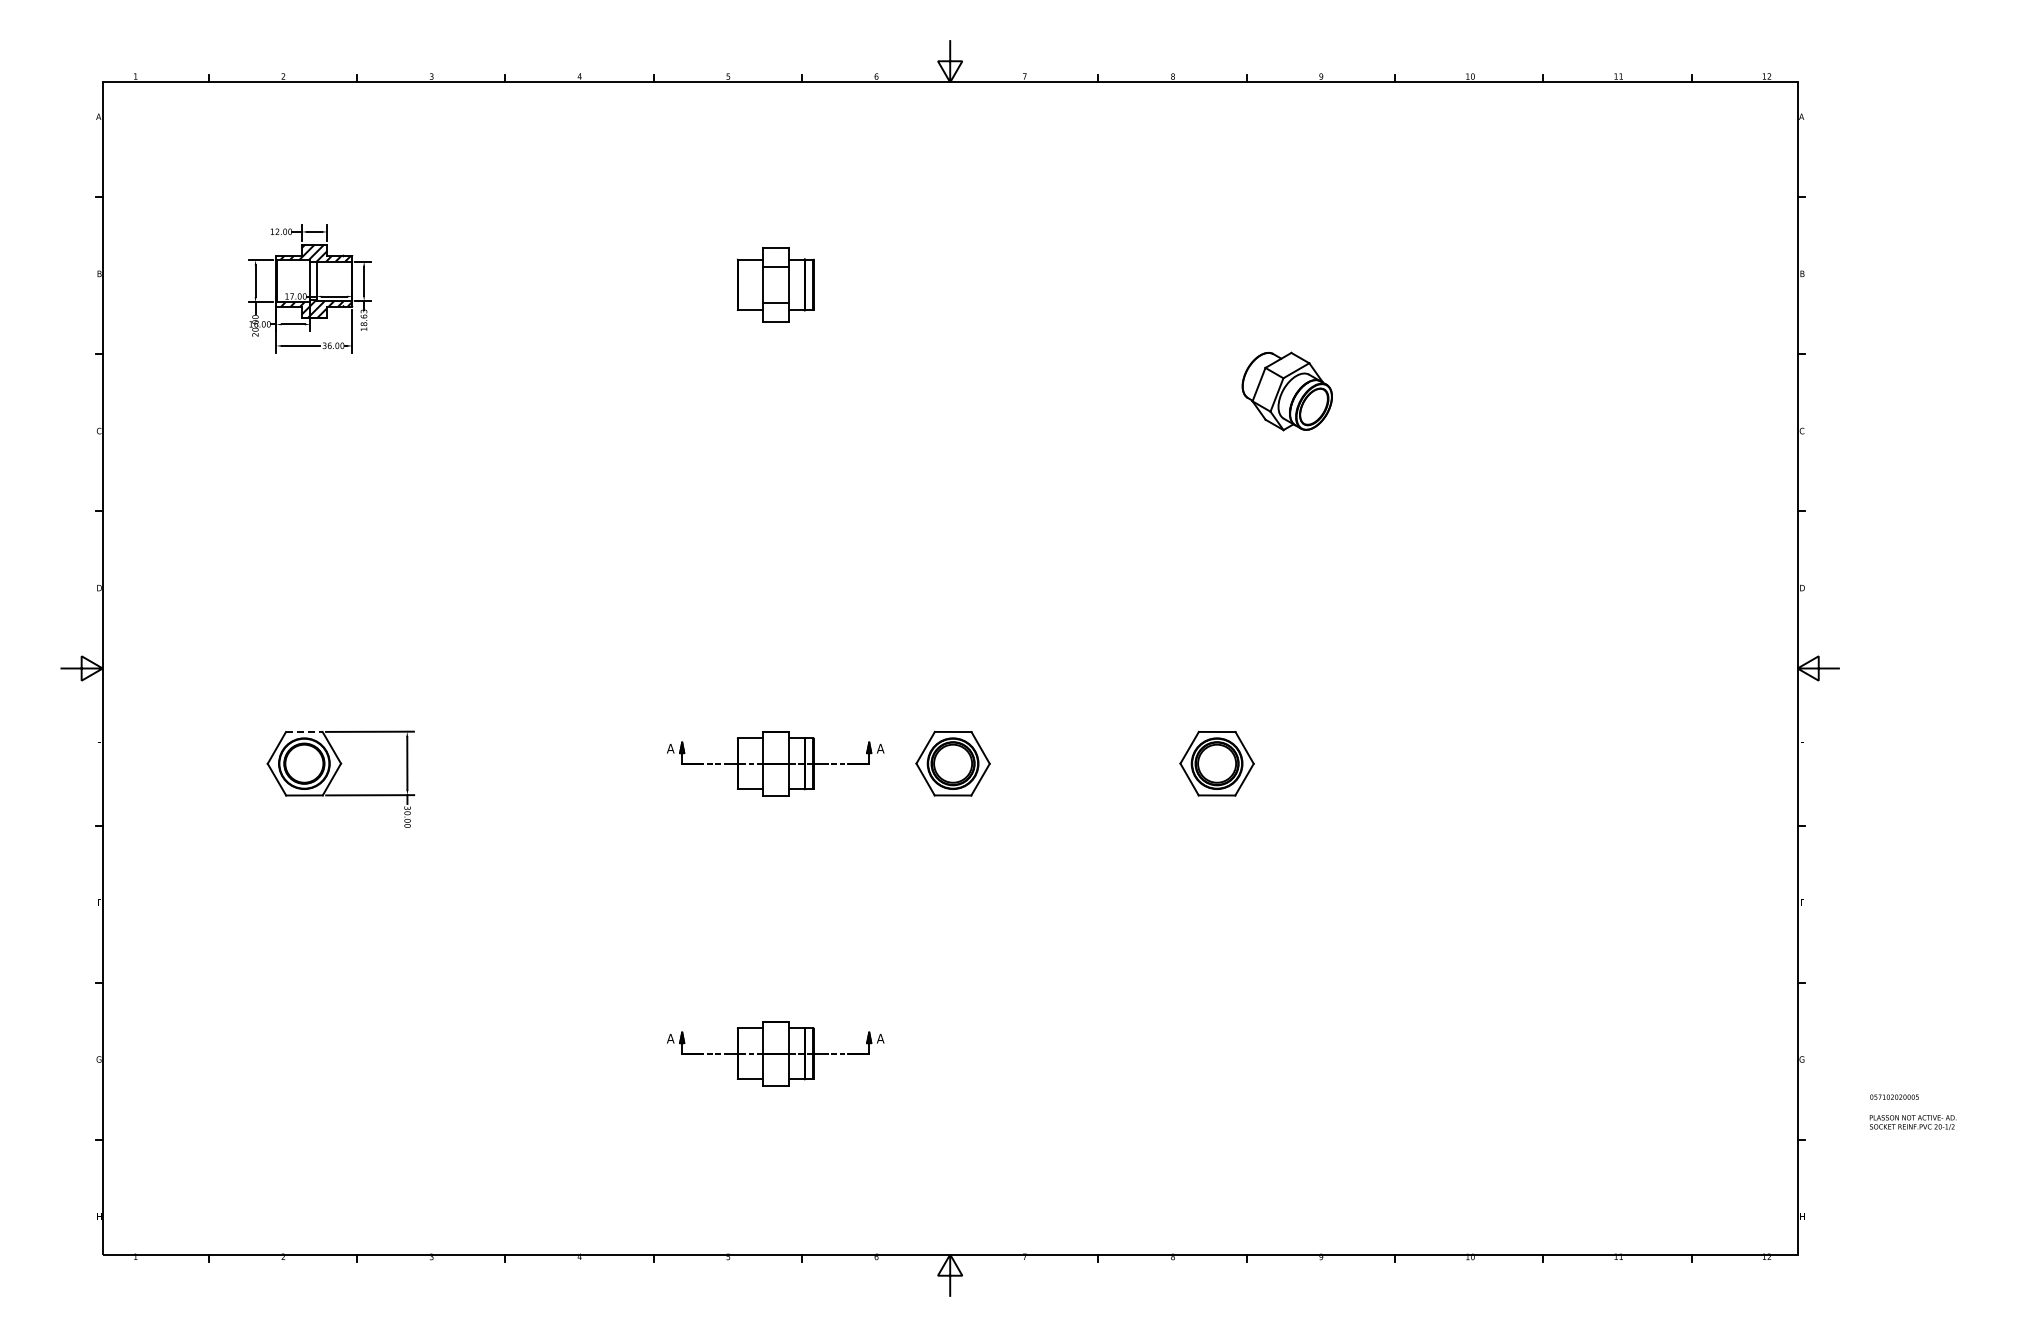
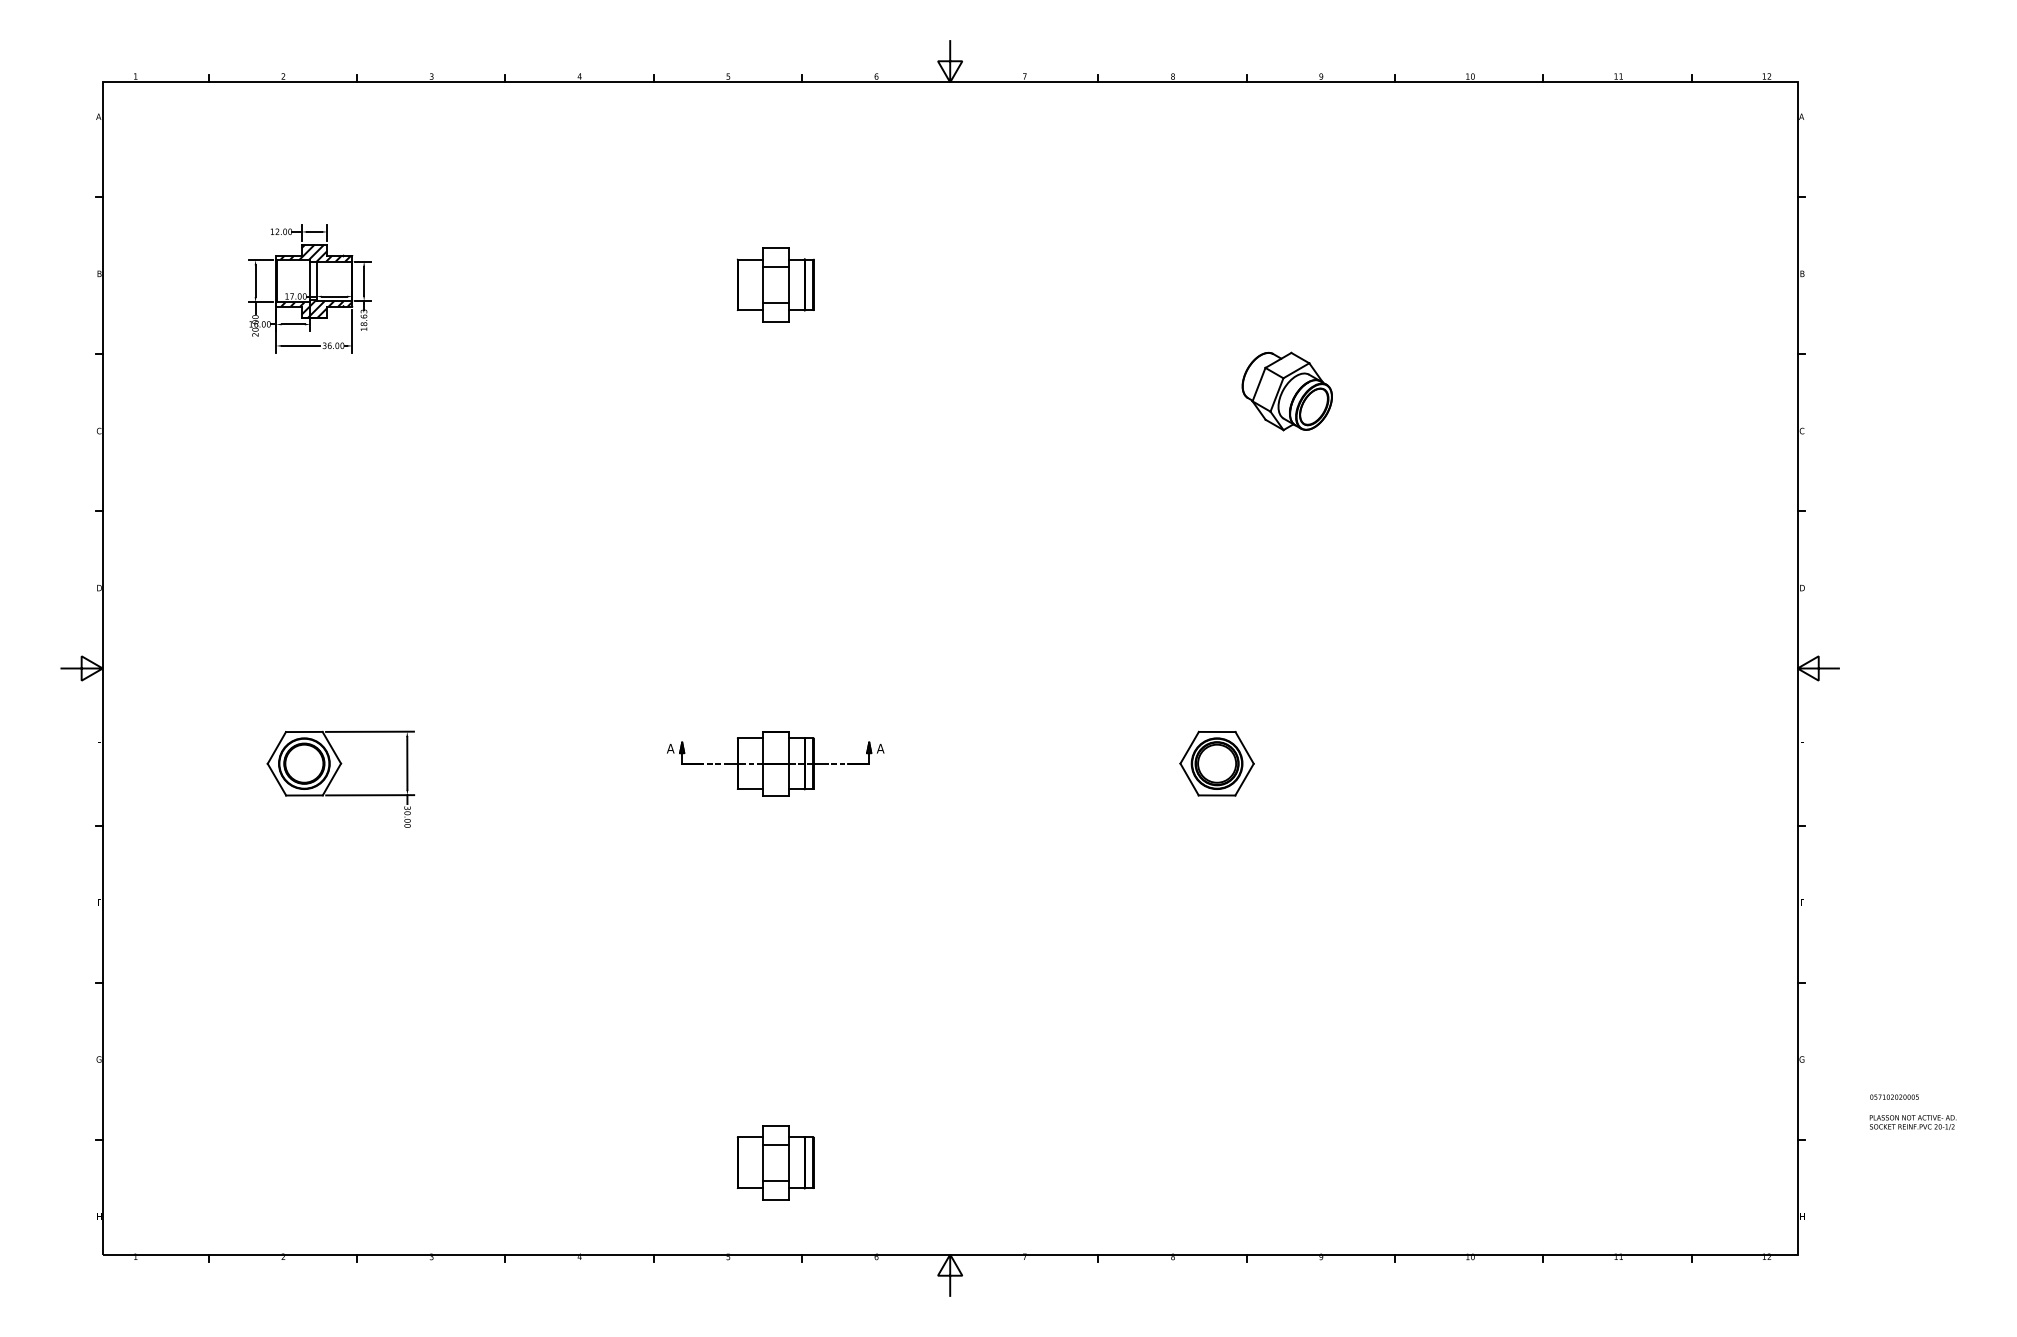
line at (304, 731): dashed -> solid
part at (952, 763): present -> none
part at (775, 1053): present -> none
part at (775, 1162): none -> present
